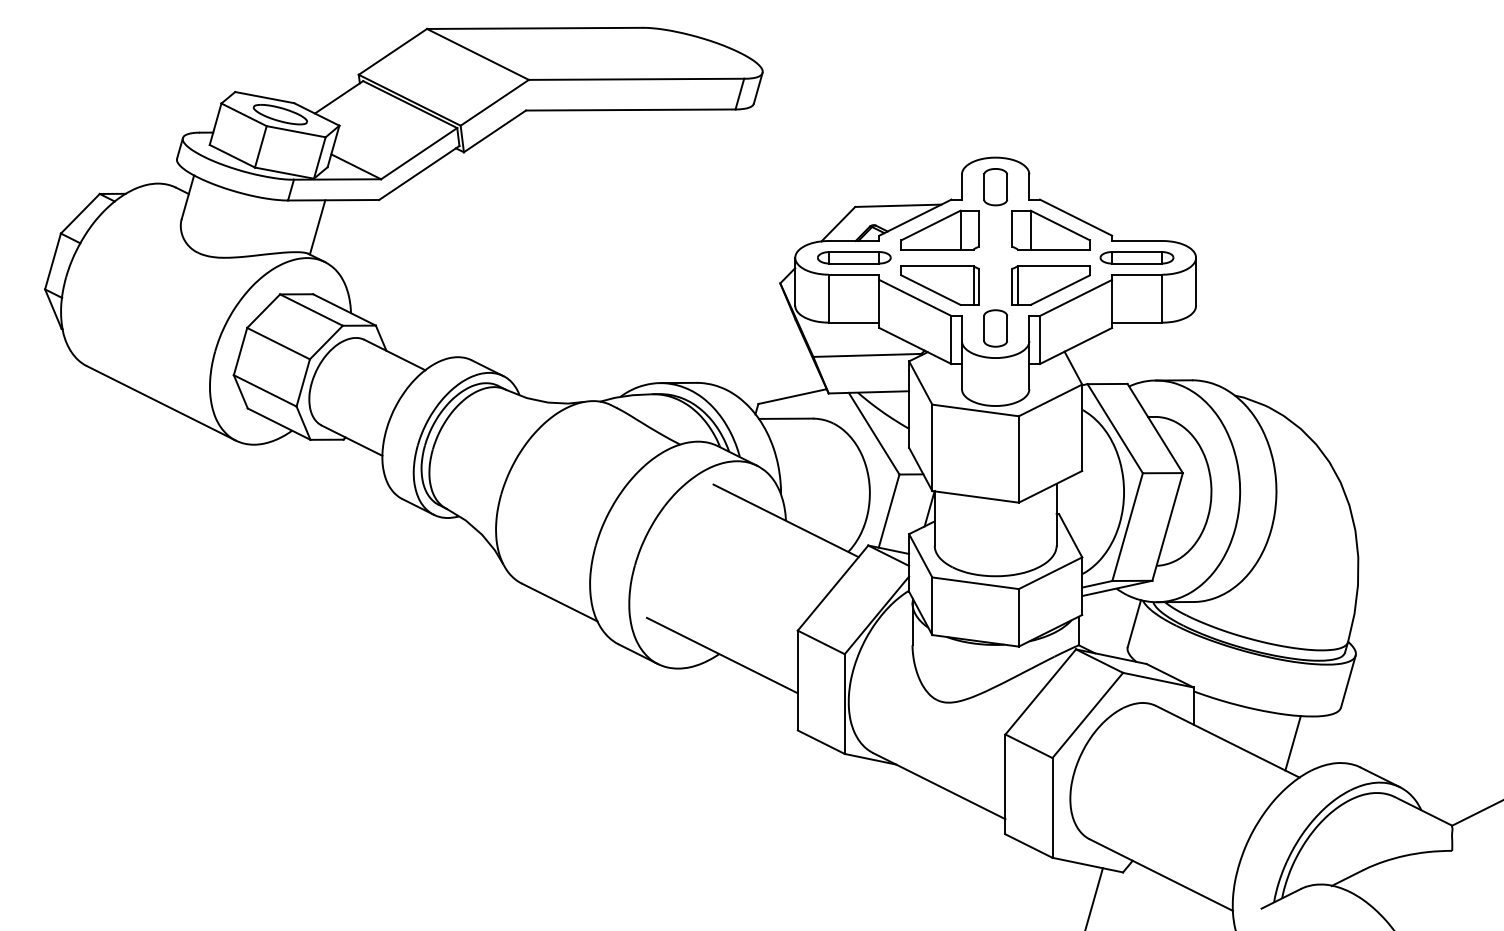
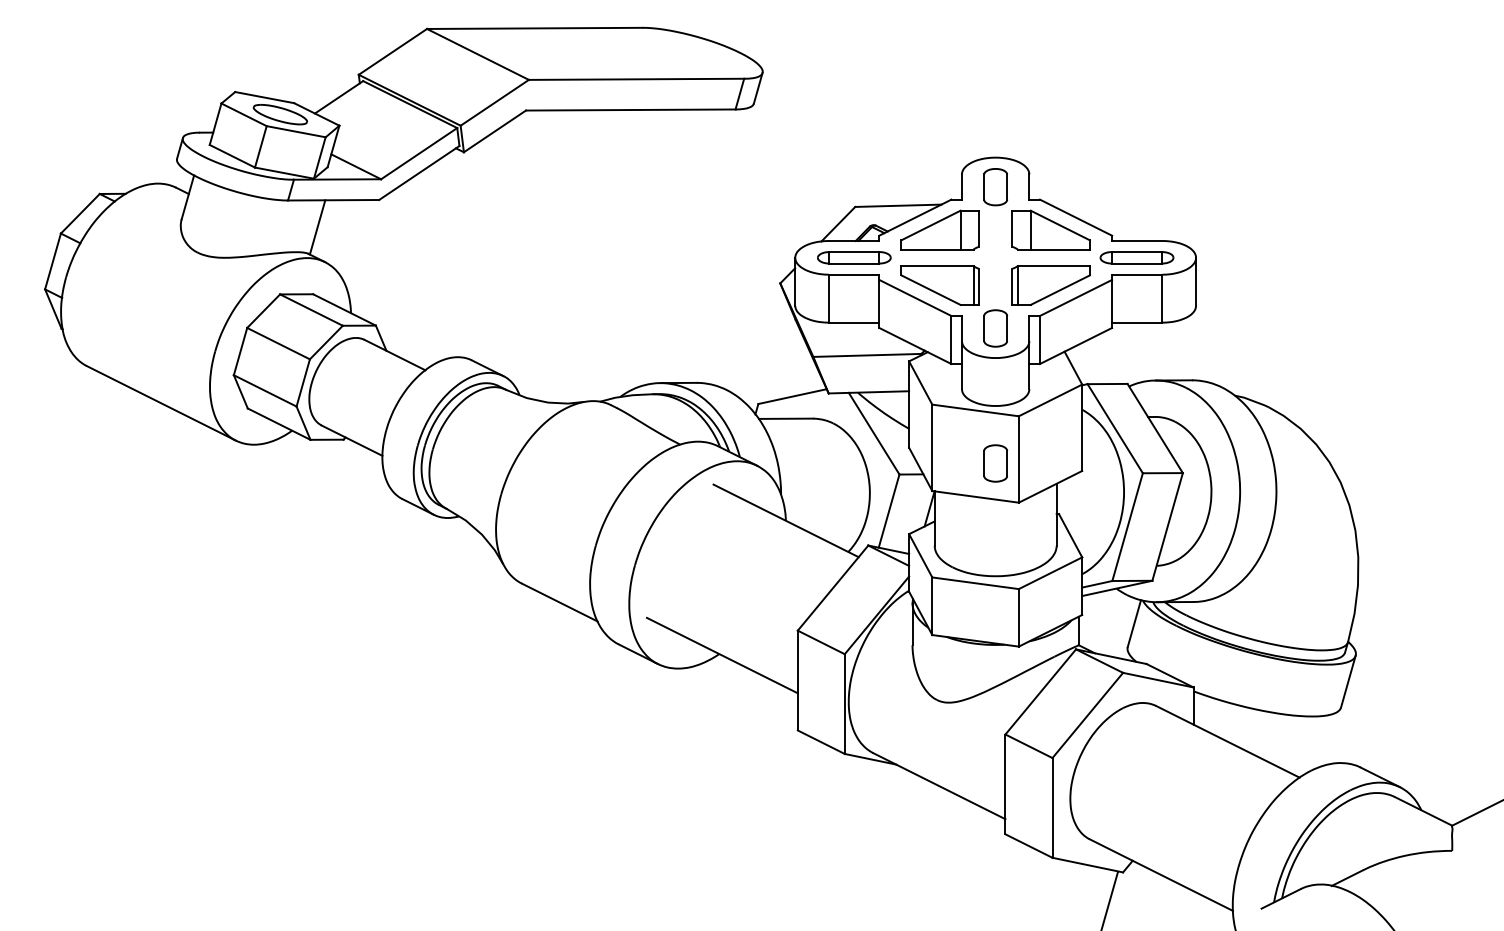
part at (995, 463): none -> present
line at (1292, 743): present -> none
line at (1094, 897) position: (1094, 897) -> (1109, 899)
